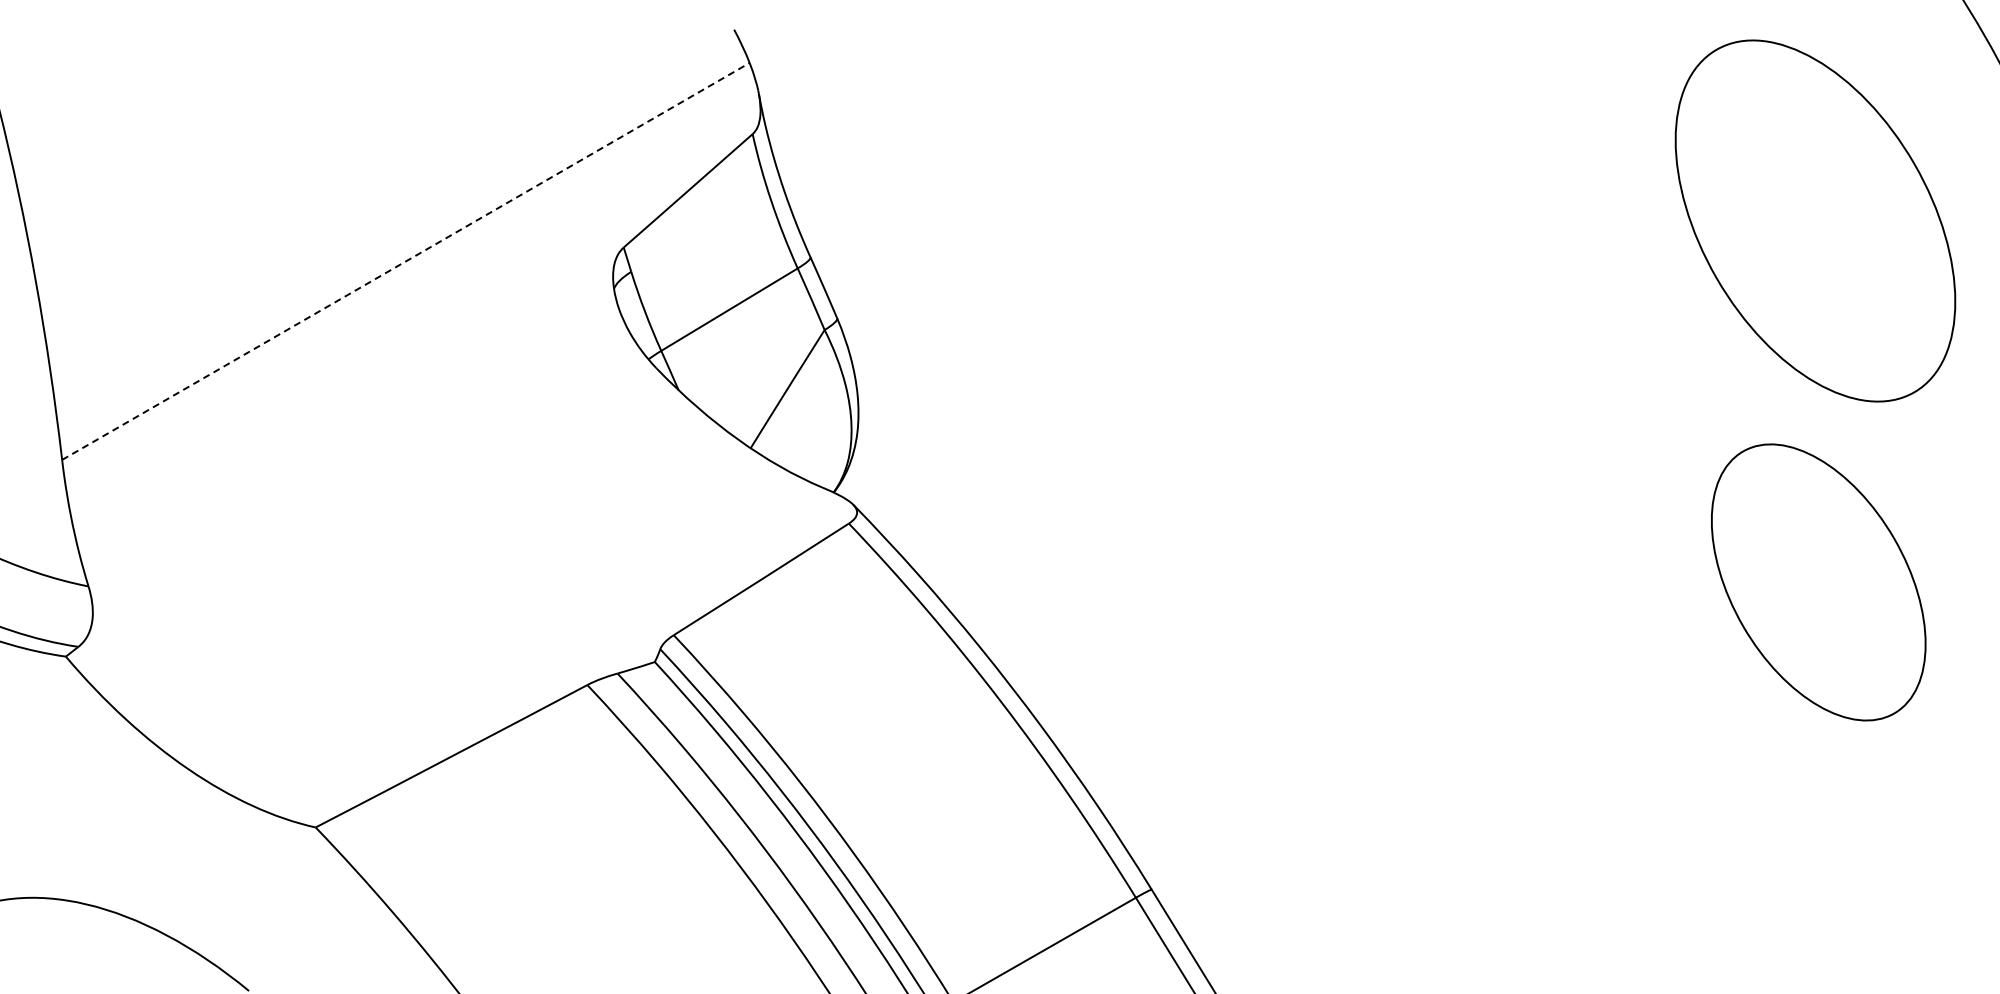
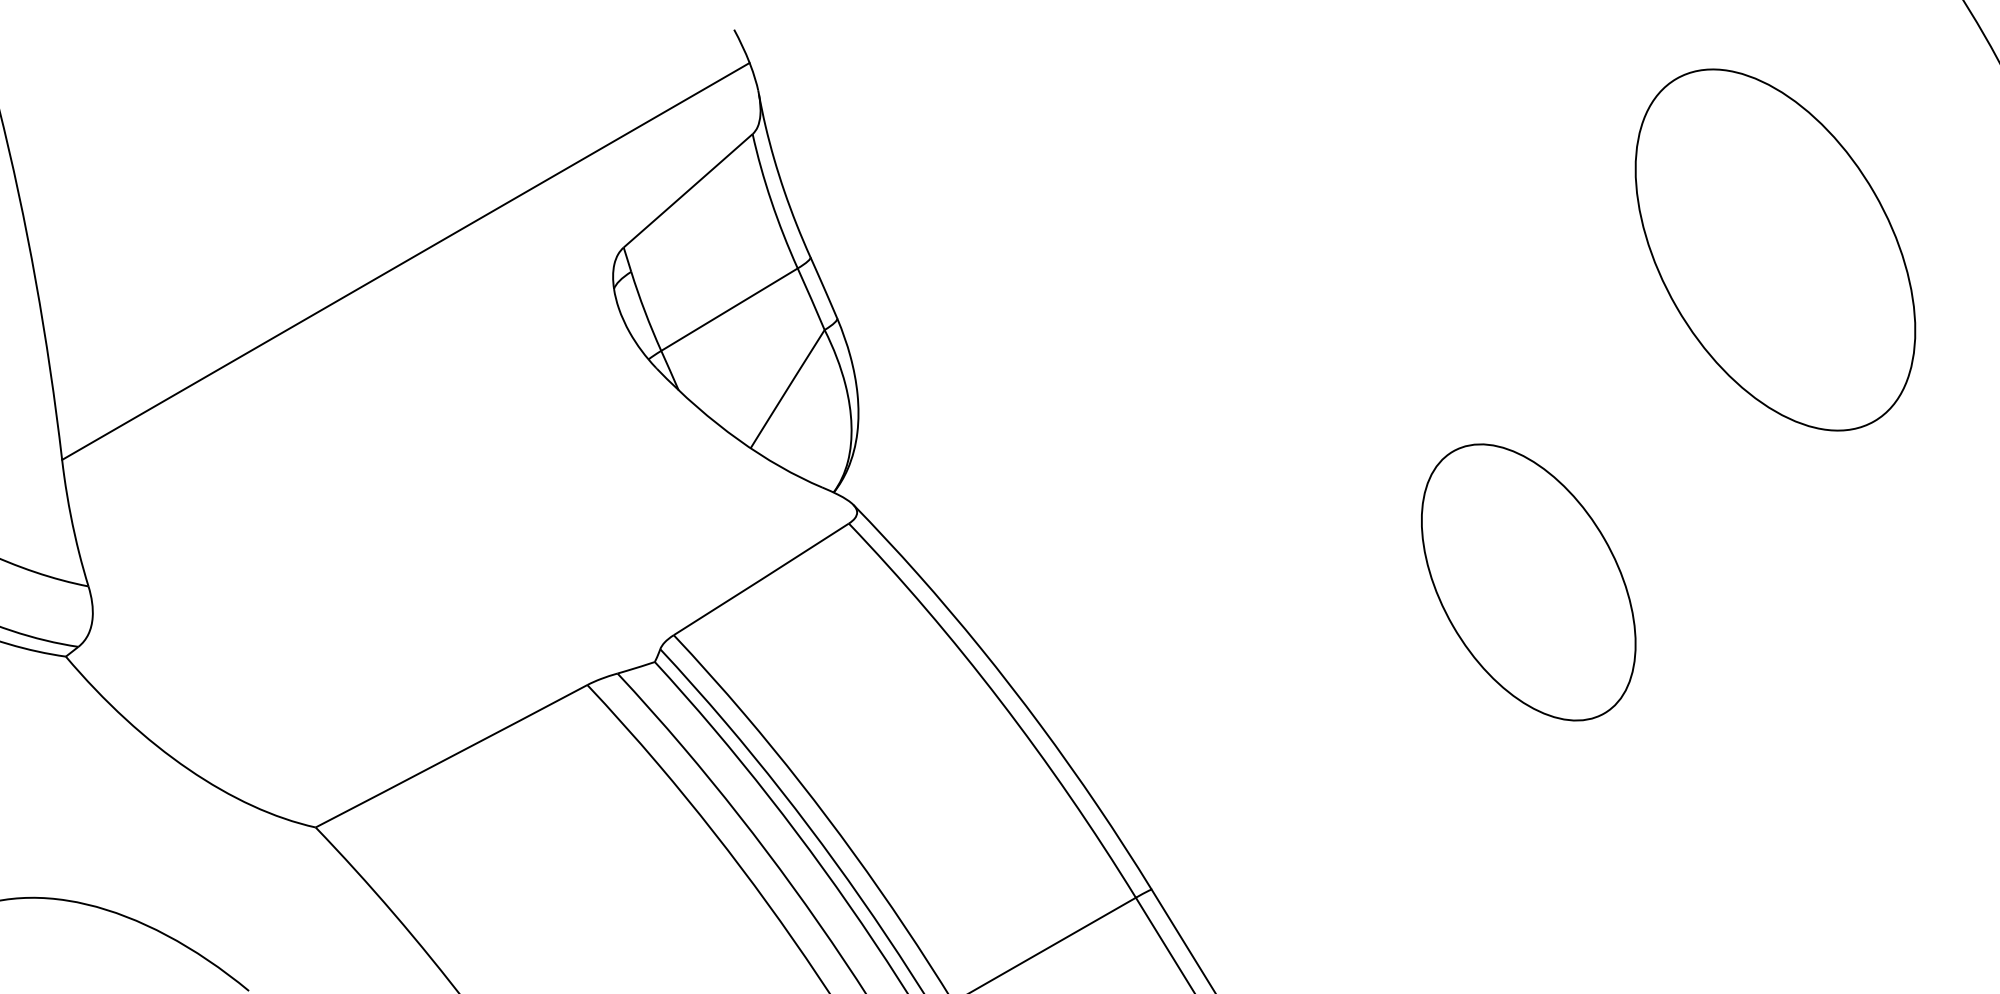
part at (1815, 220) position: (1815, 220) -> (1775, 249)
line at (405, 261): dashed -> solid
part at (1818, 582) position: (1818, 582) -> (1528, 582)
